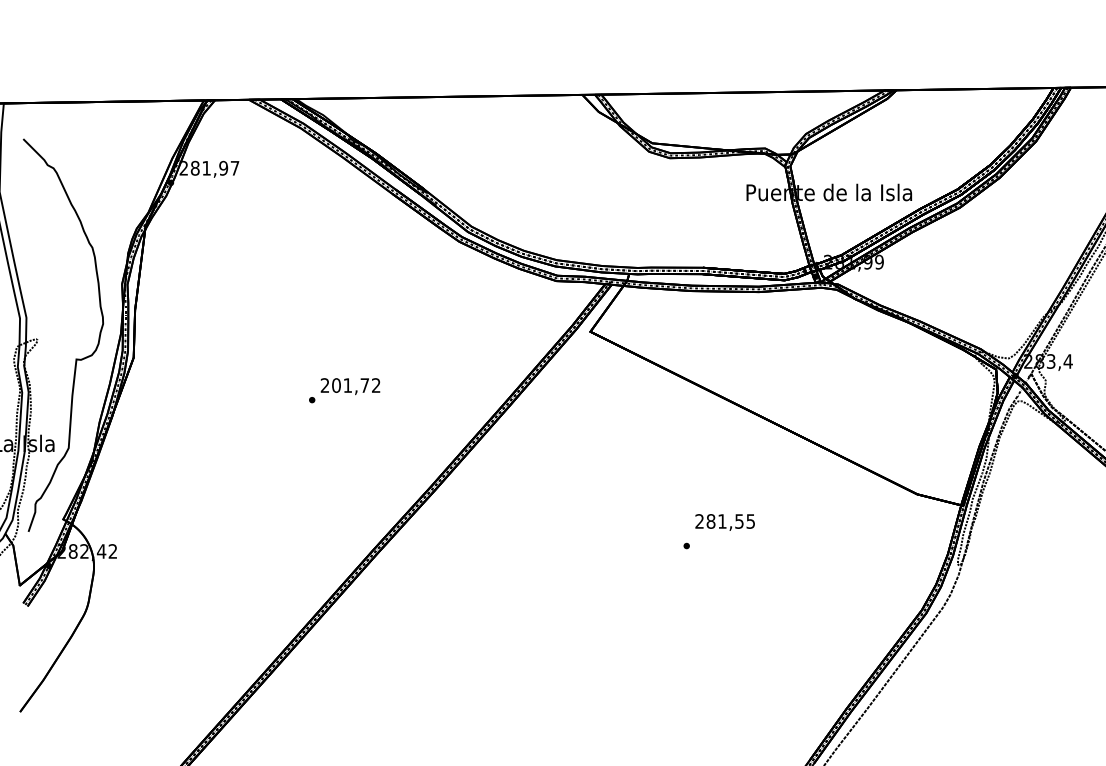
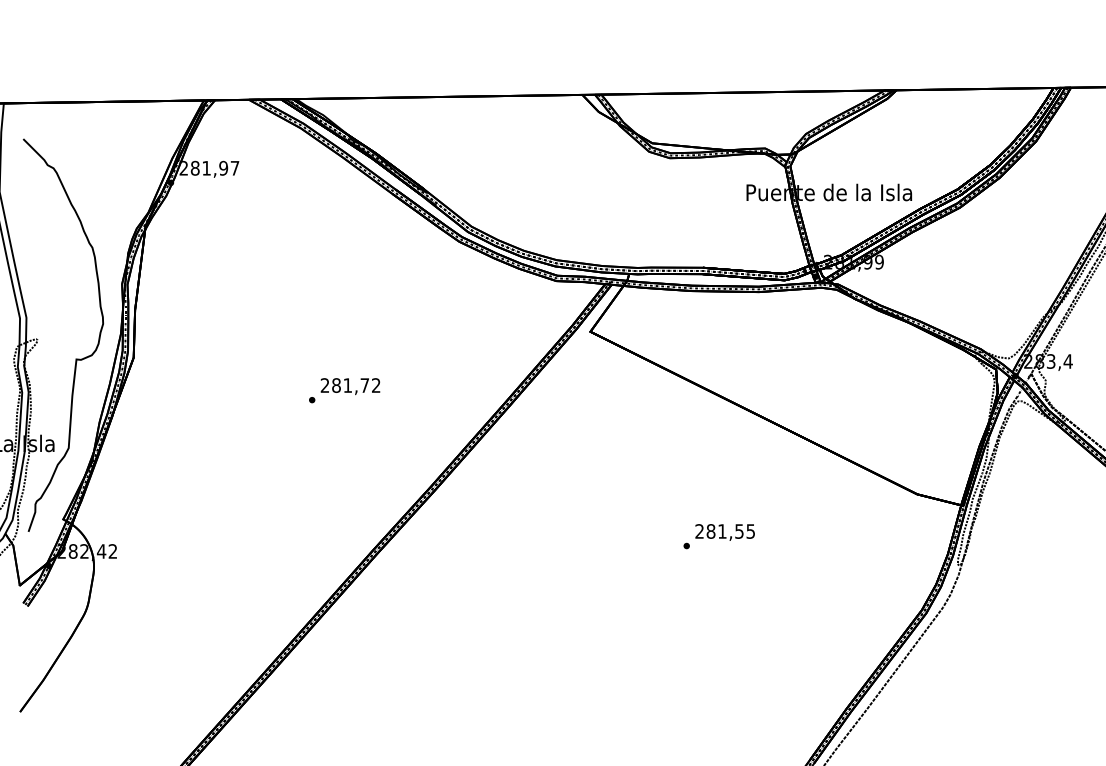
text at (336, 385): 201,72 -> 281,72
text at (724, 522) position: (724, 522) -> (724, 532)
